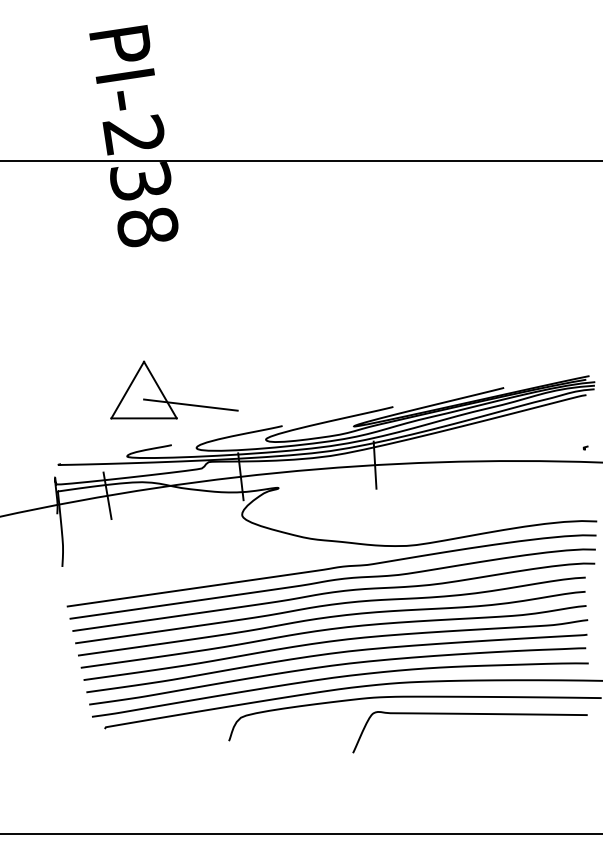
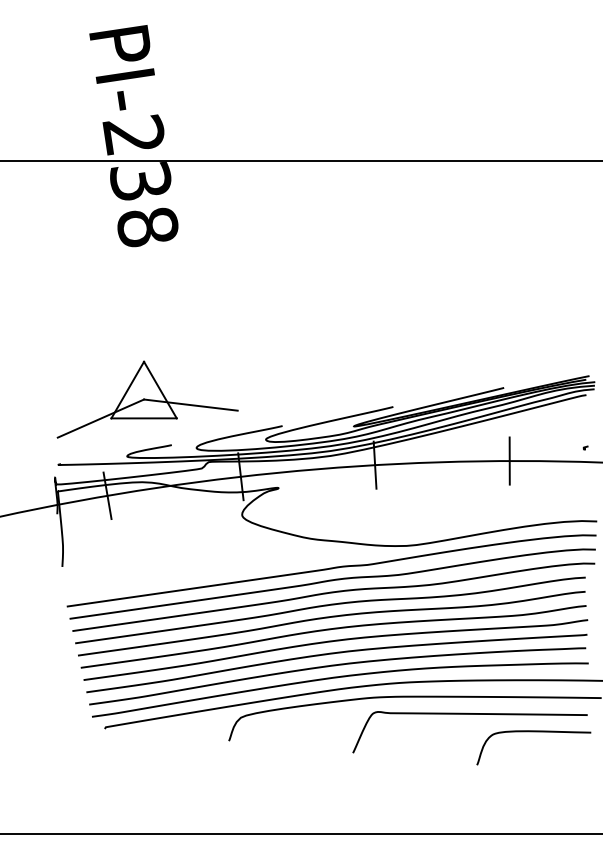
line at (100, 418): none -> present
line at (509, 460): none -> present
curve at (533, 732): none -> present
